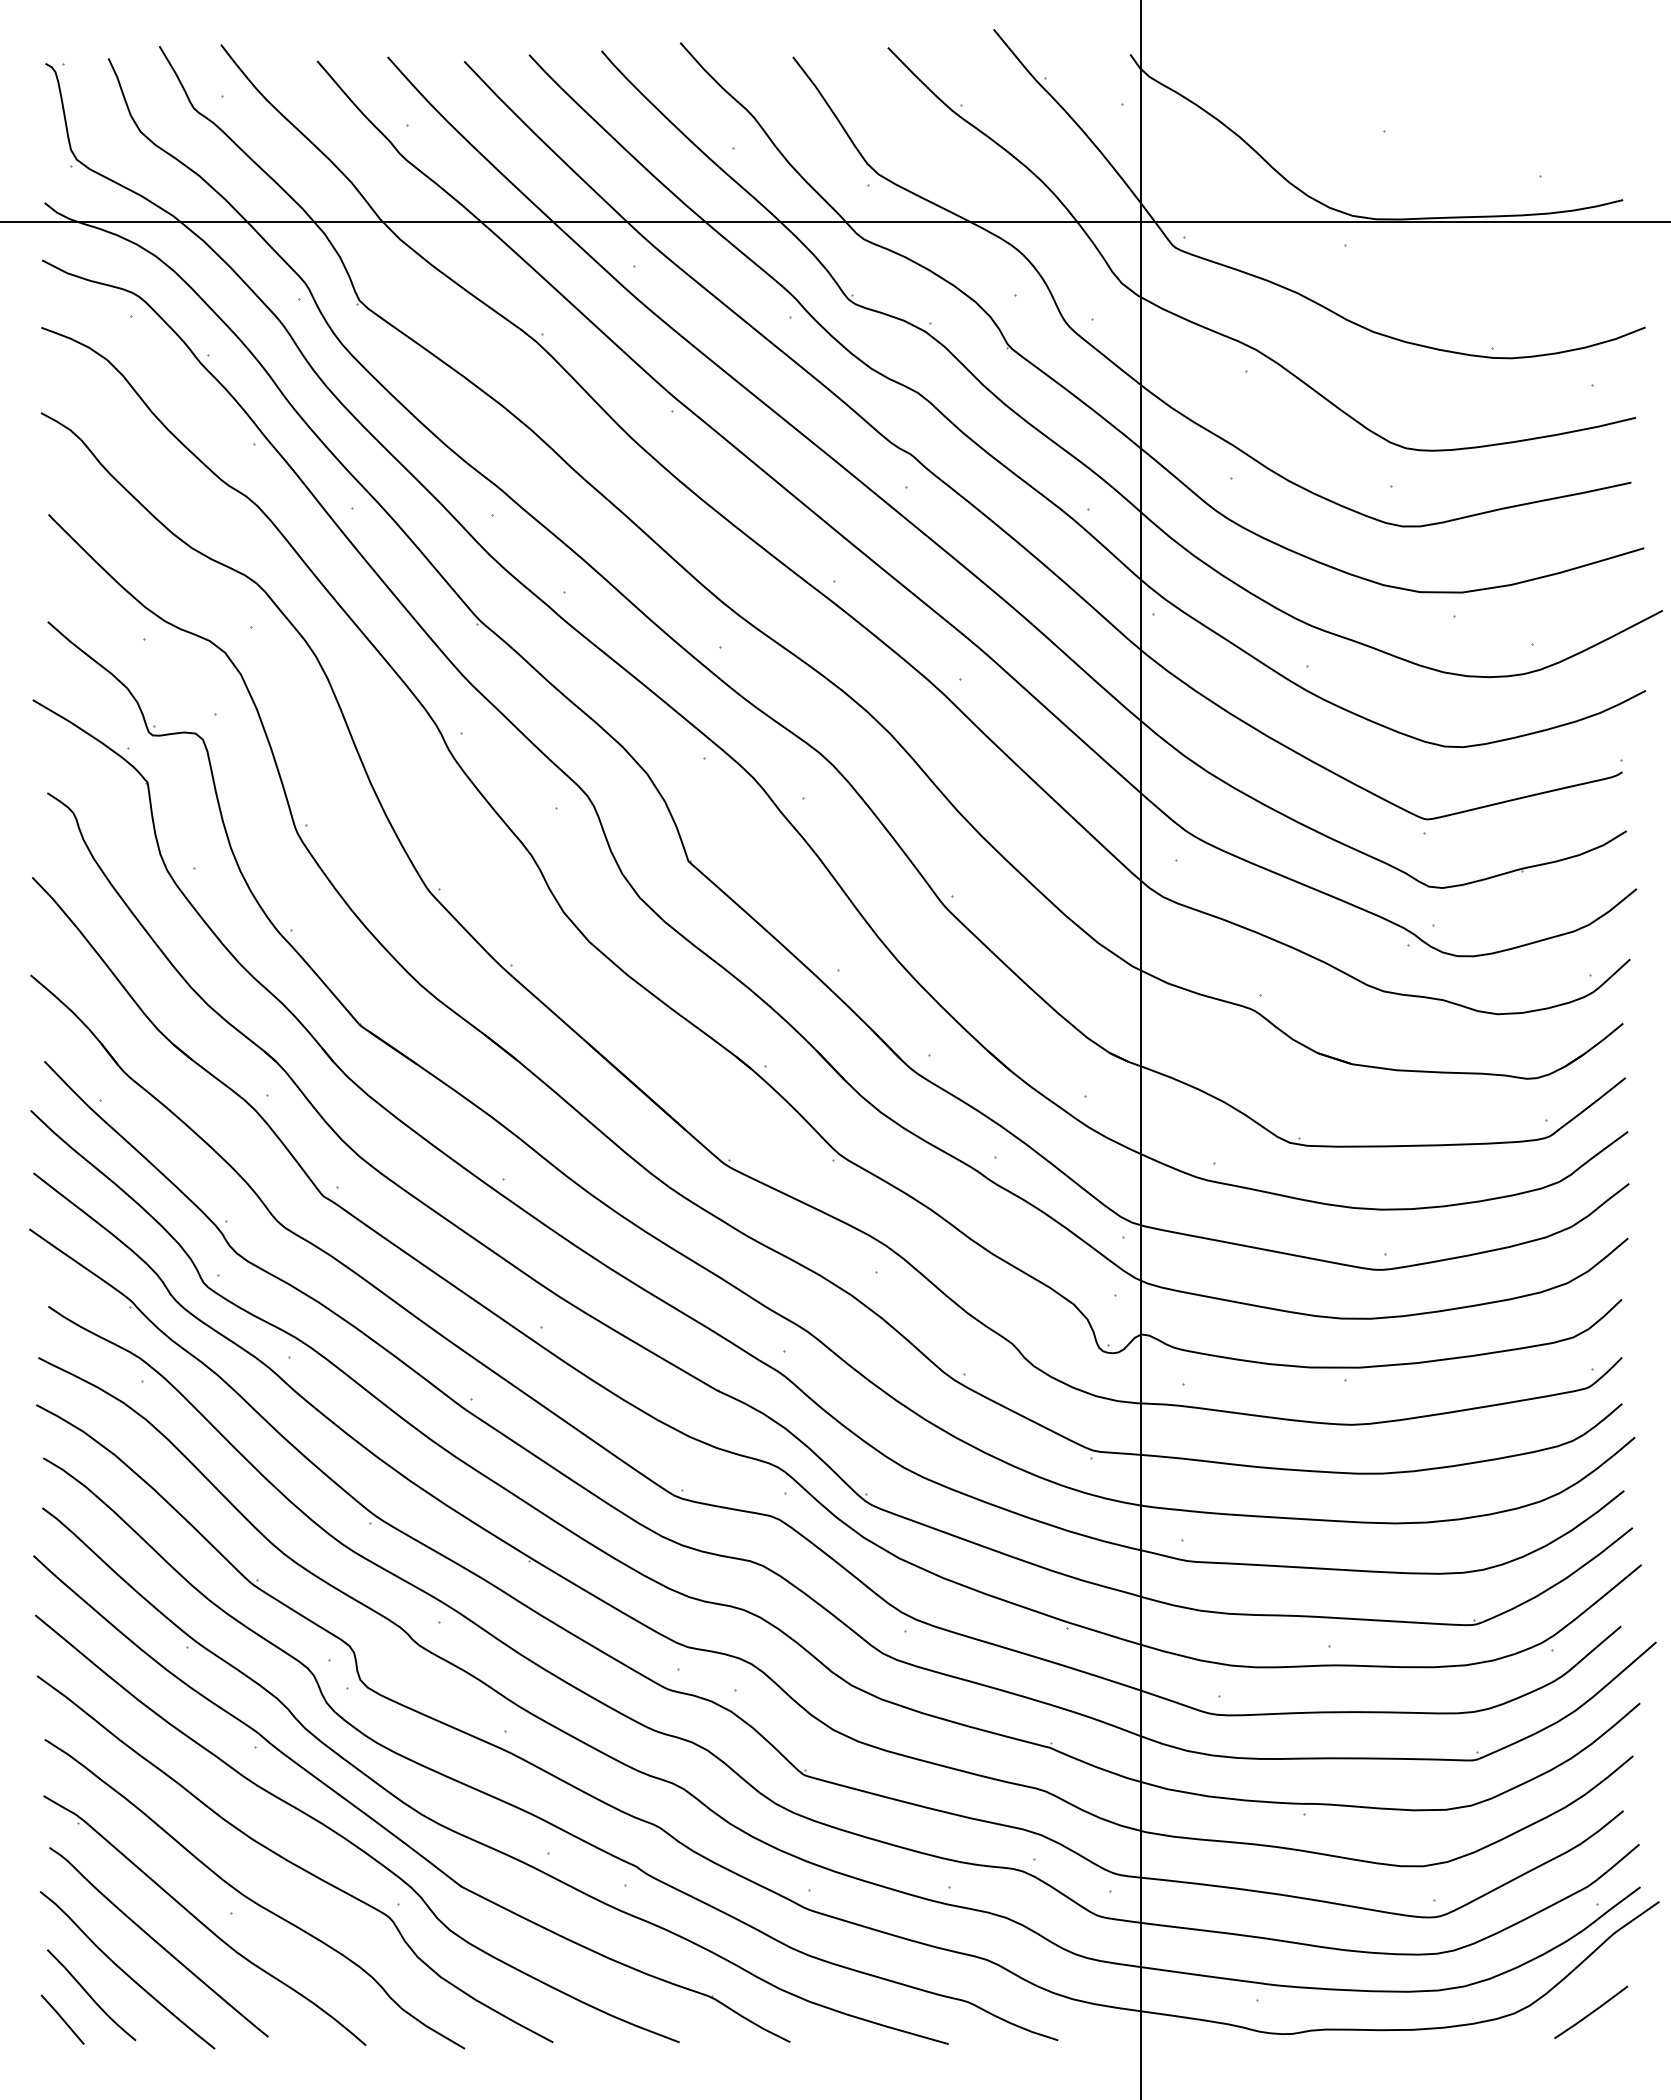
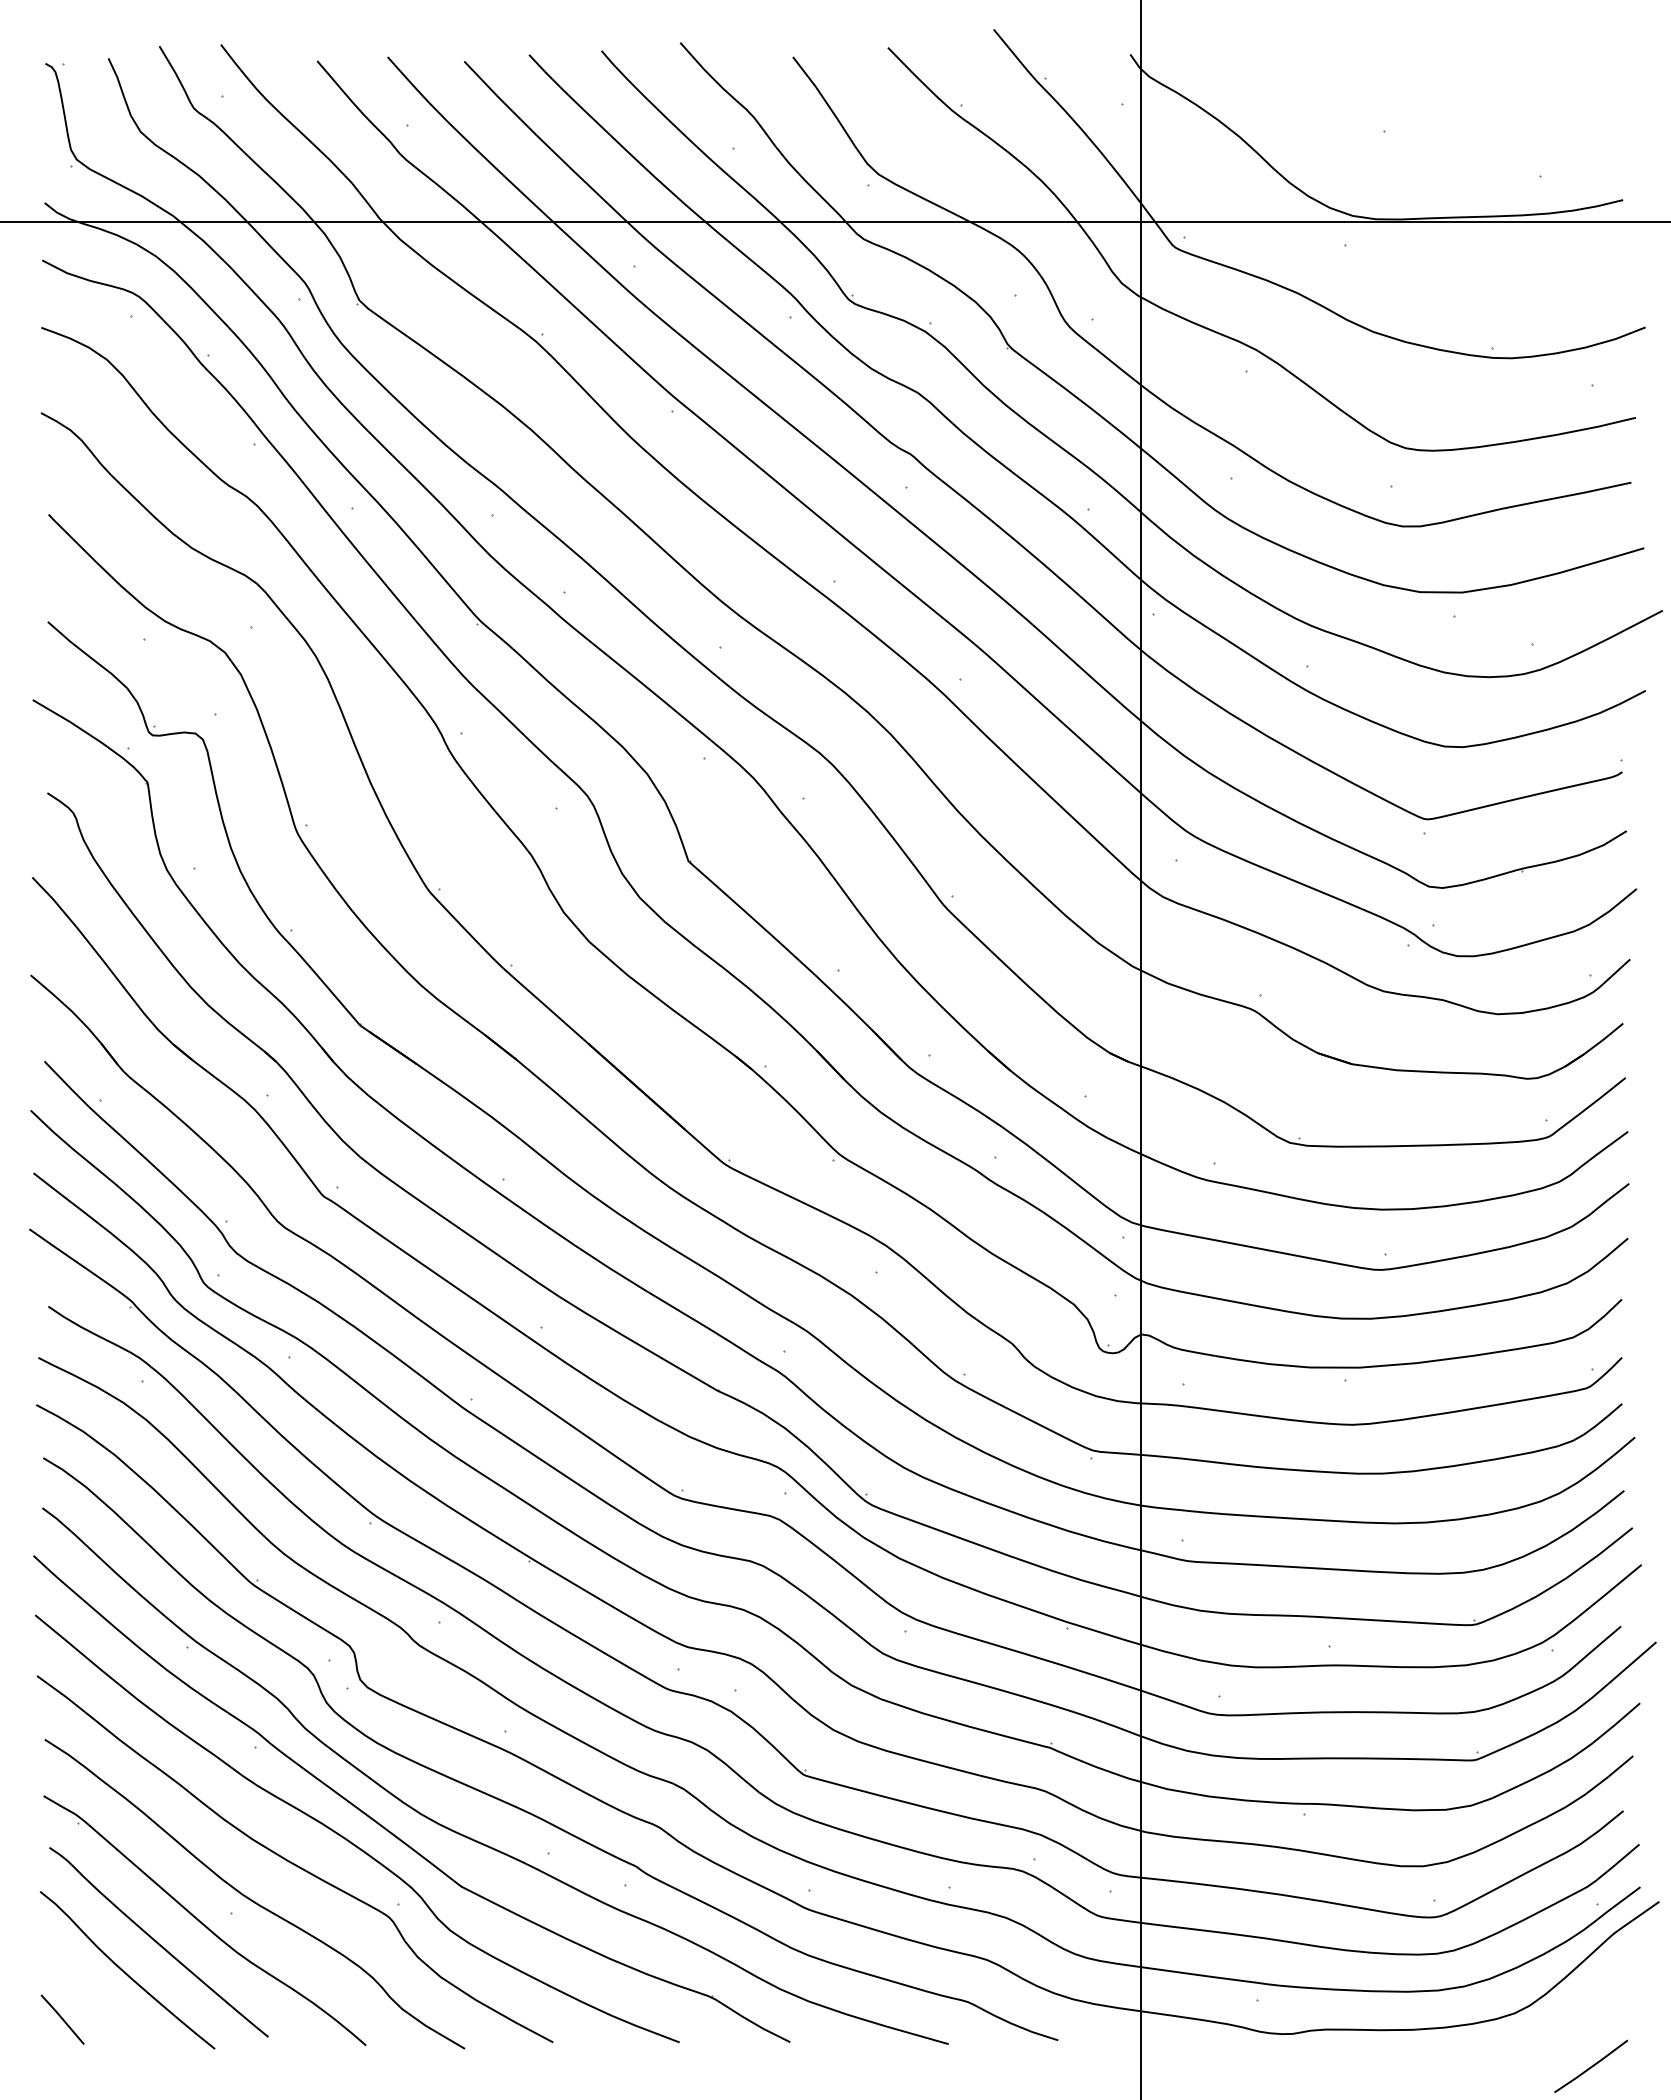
curve at (90, 1995): present -> none
line at (1591, 2011) position: (1591, 2011) -> (1591, 2065)
